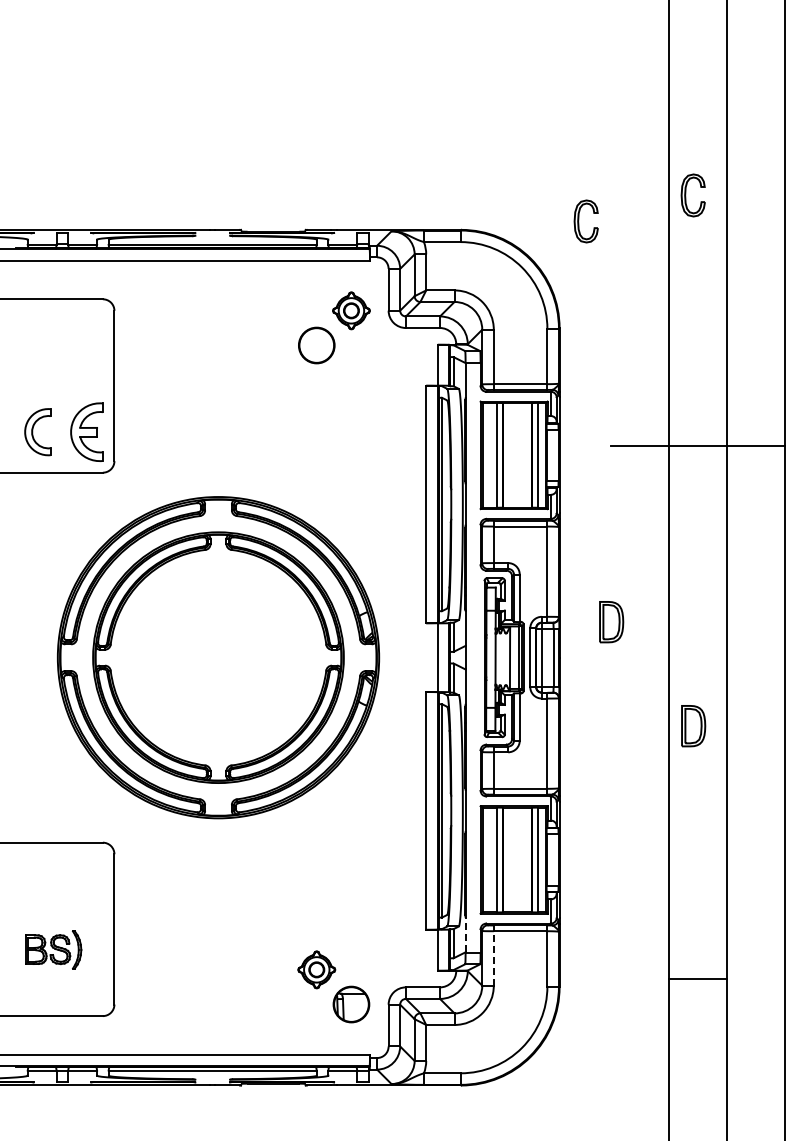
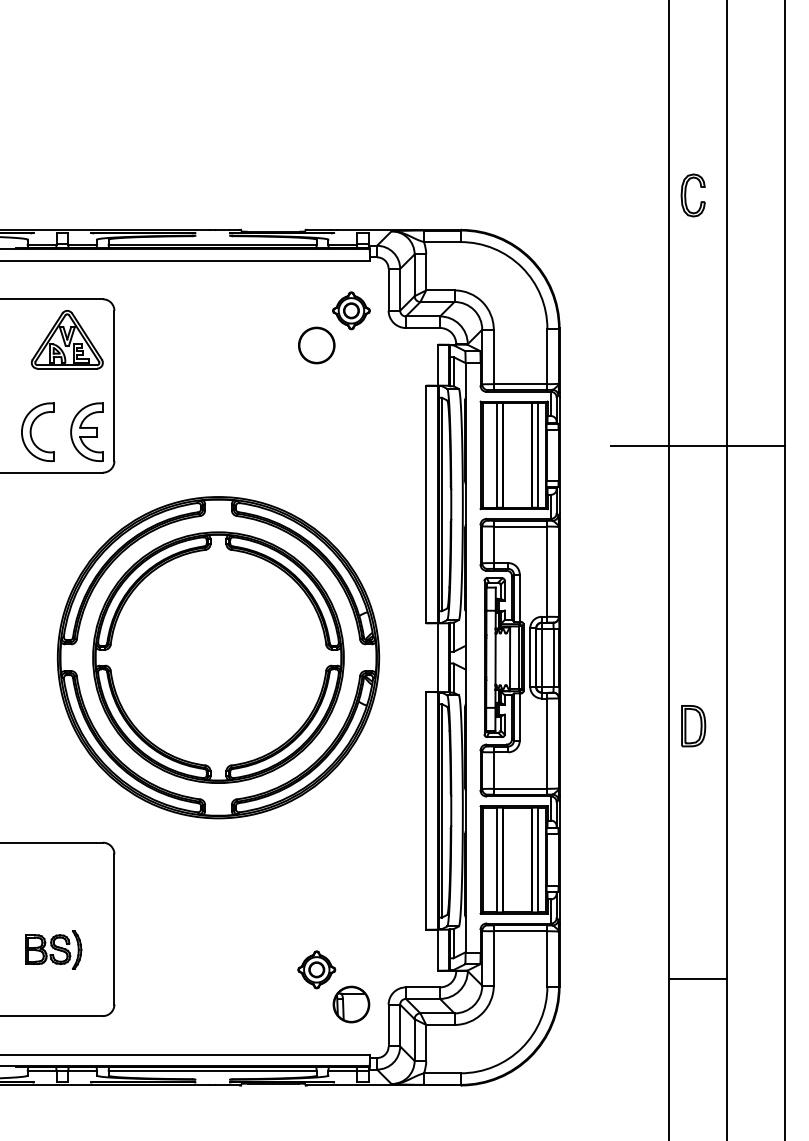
part at (585, 221): present -> none
part at (66, 339): none -> present
part at (37, 432) size: 28x49 px -> 34x60 px
part at (611, 622): present -> none
line at (465, 934): dashed -> solid
line at (493, 957): dashed -> solid
